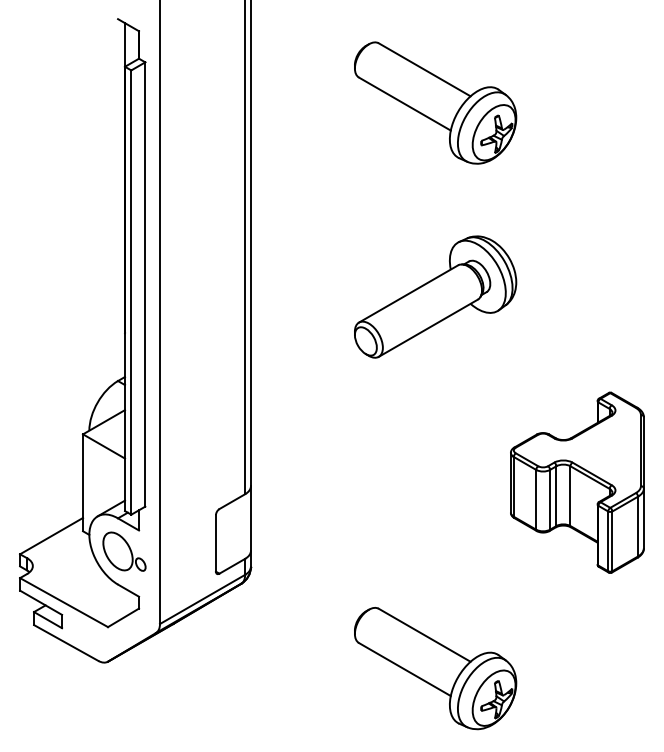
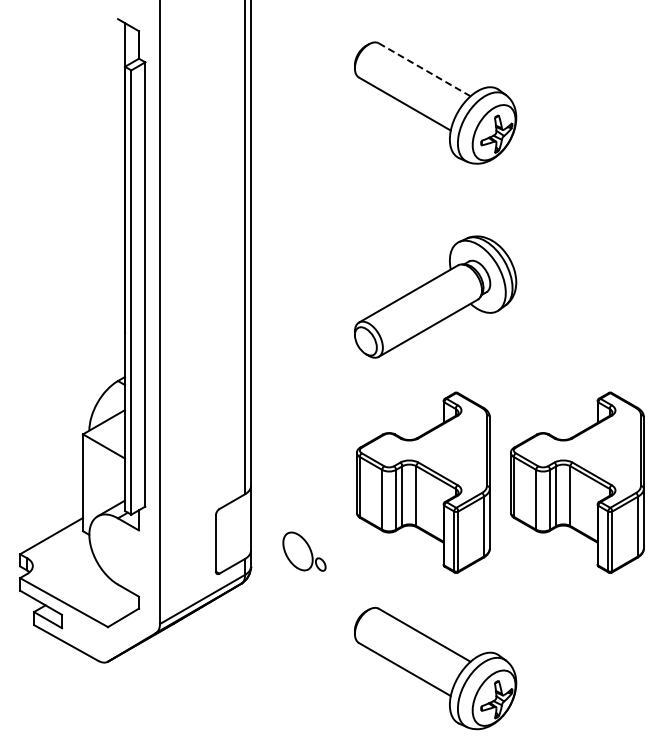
line at (424, 69): solid -> dashed
part at (423, 482): none -> present
part at (124, 551) position: (124, 551) -> (304, 551)
